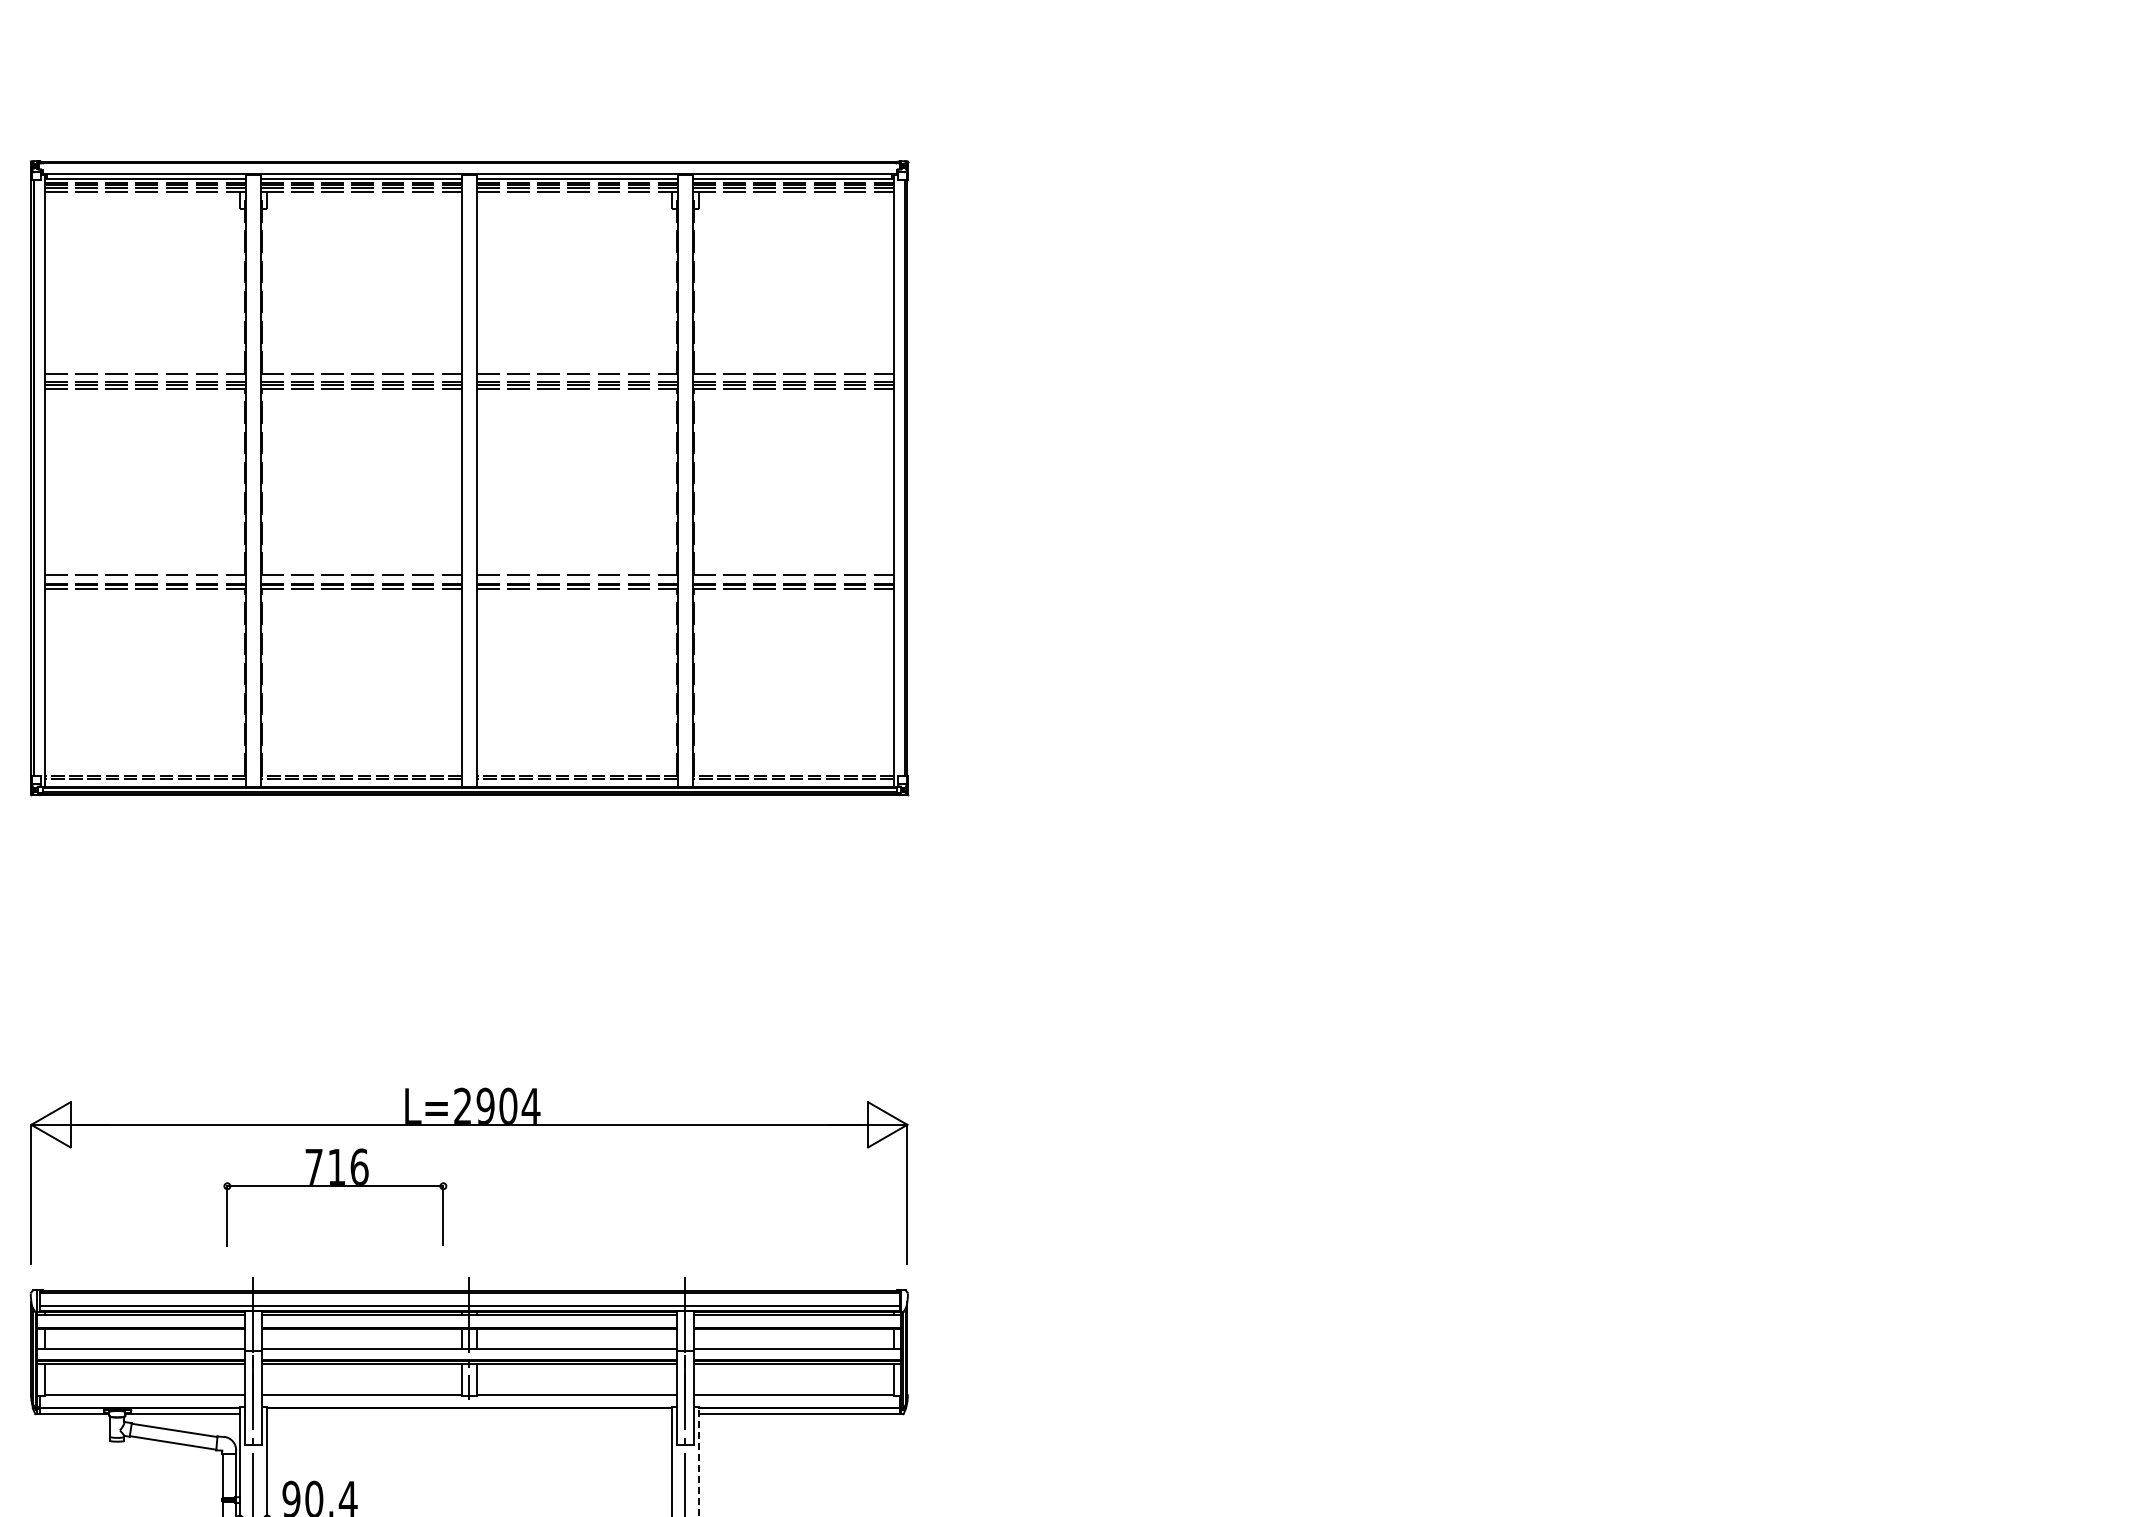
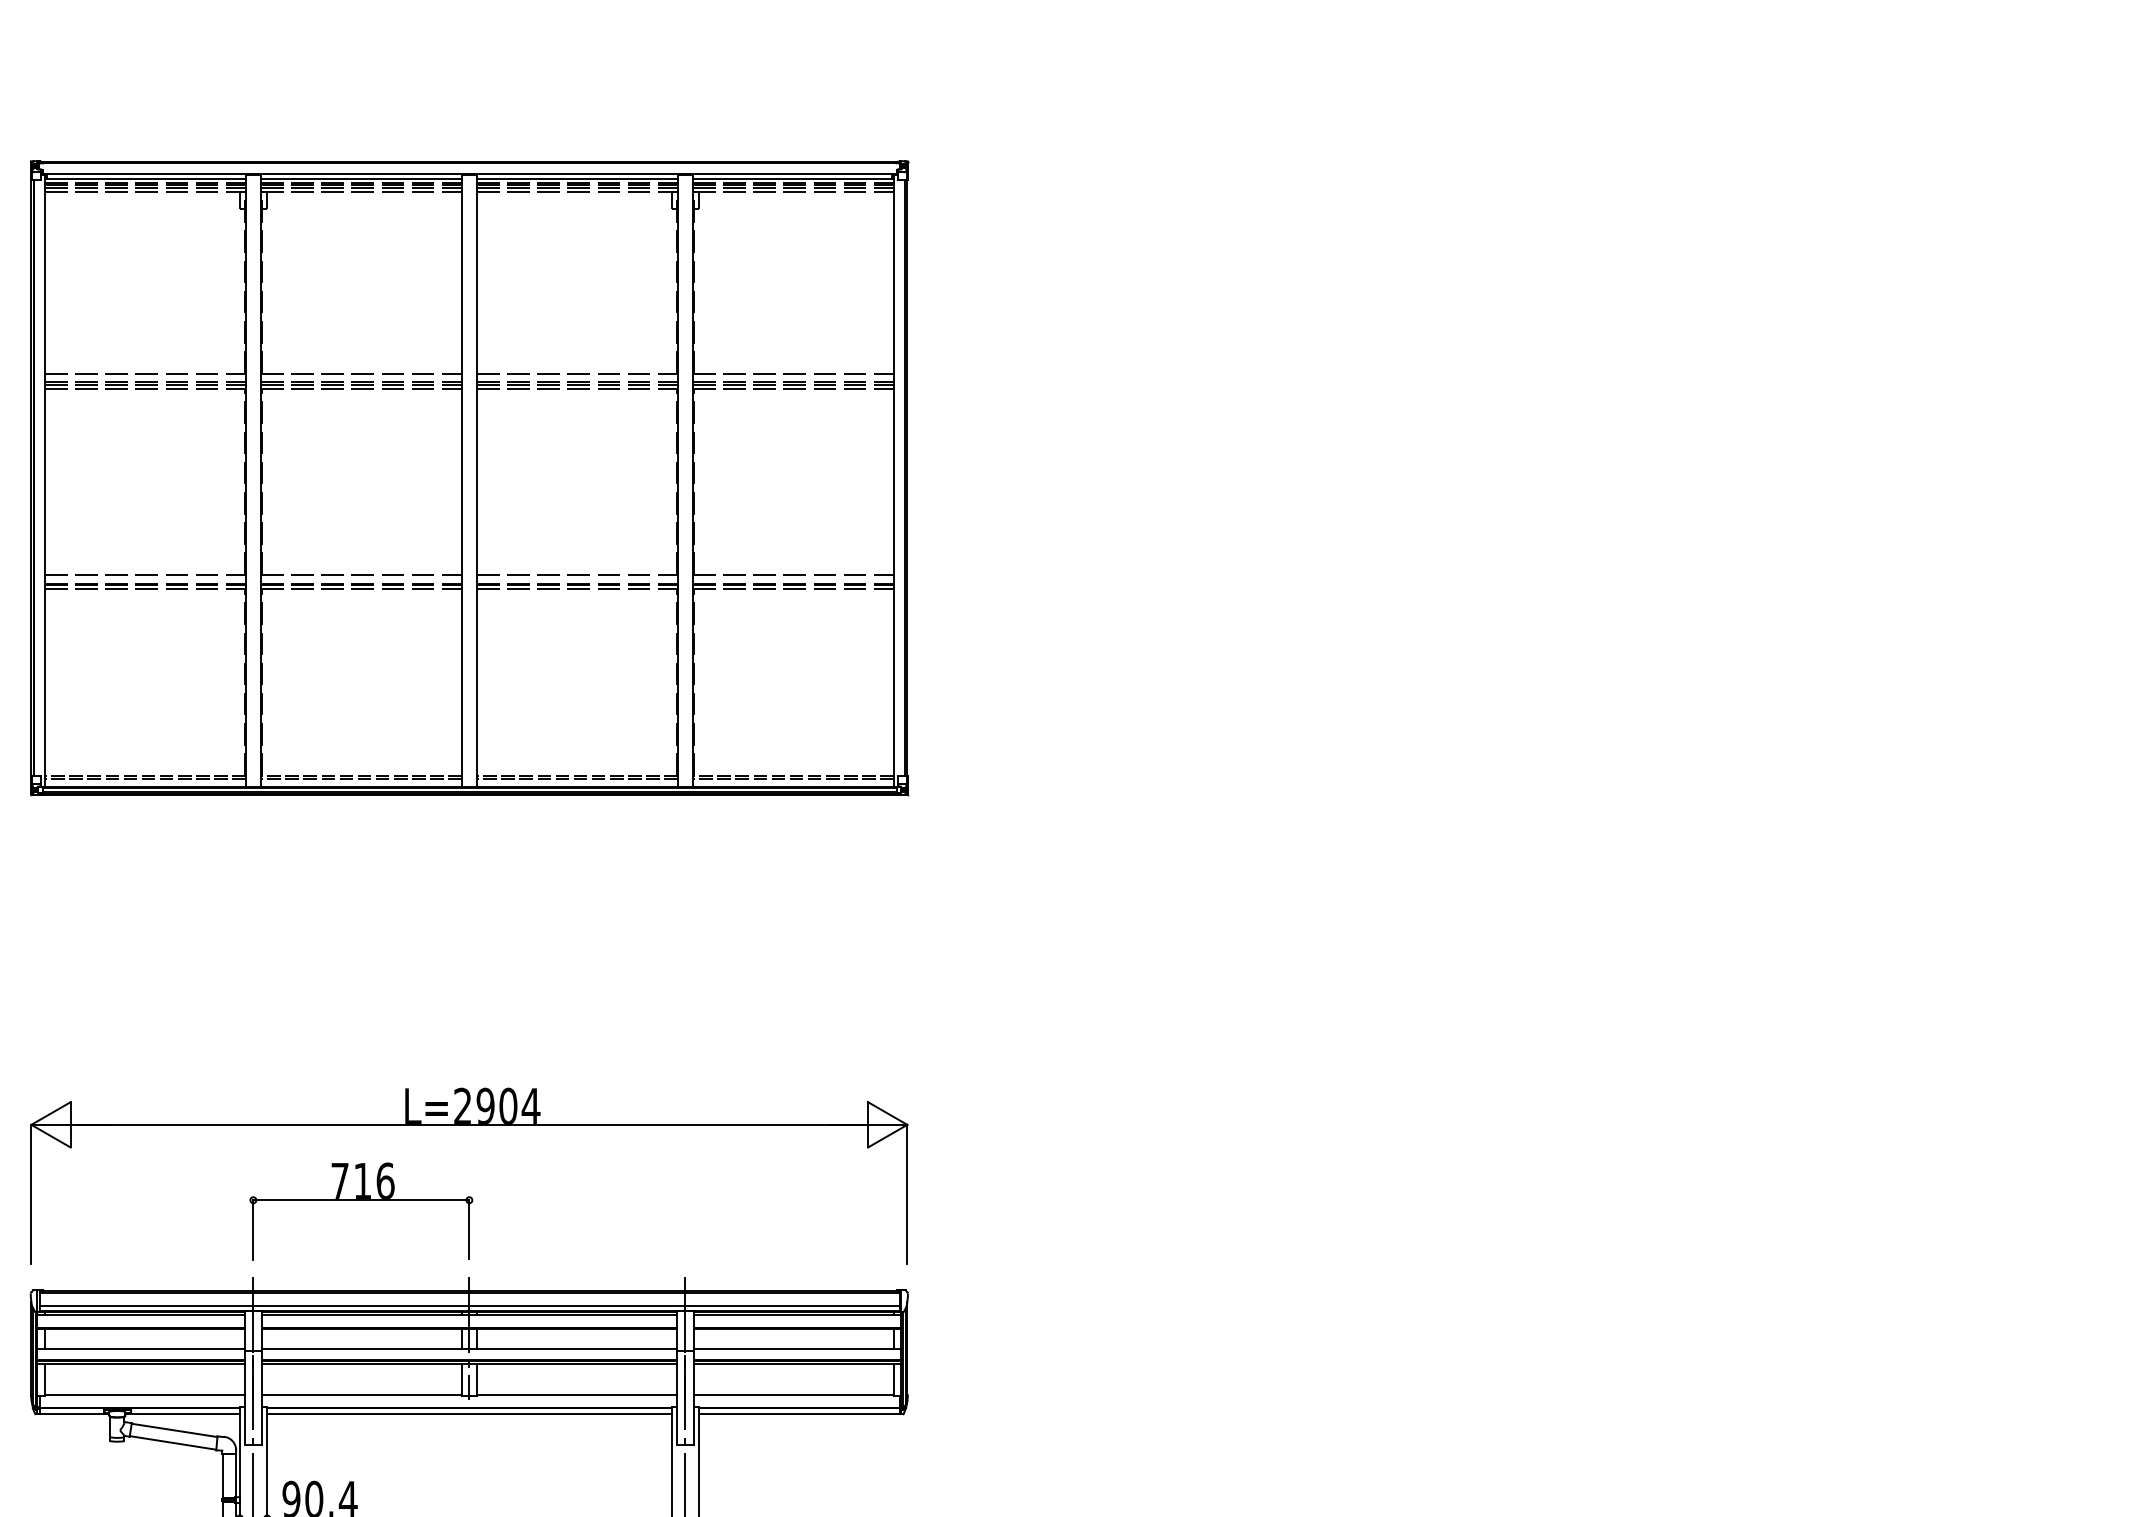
part at (335, 1186) position: (335, 1186) -> (361, 1200)
line at (469, 1413): none -> present
line at (699, 1461): dashed -> solid
